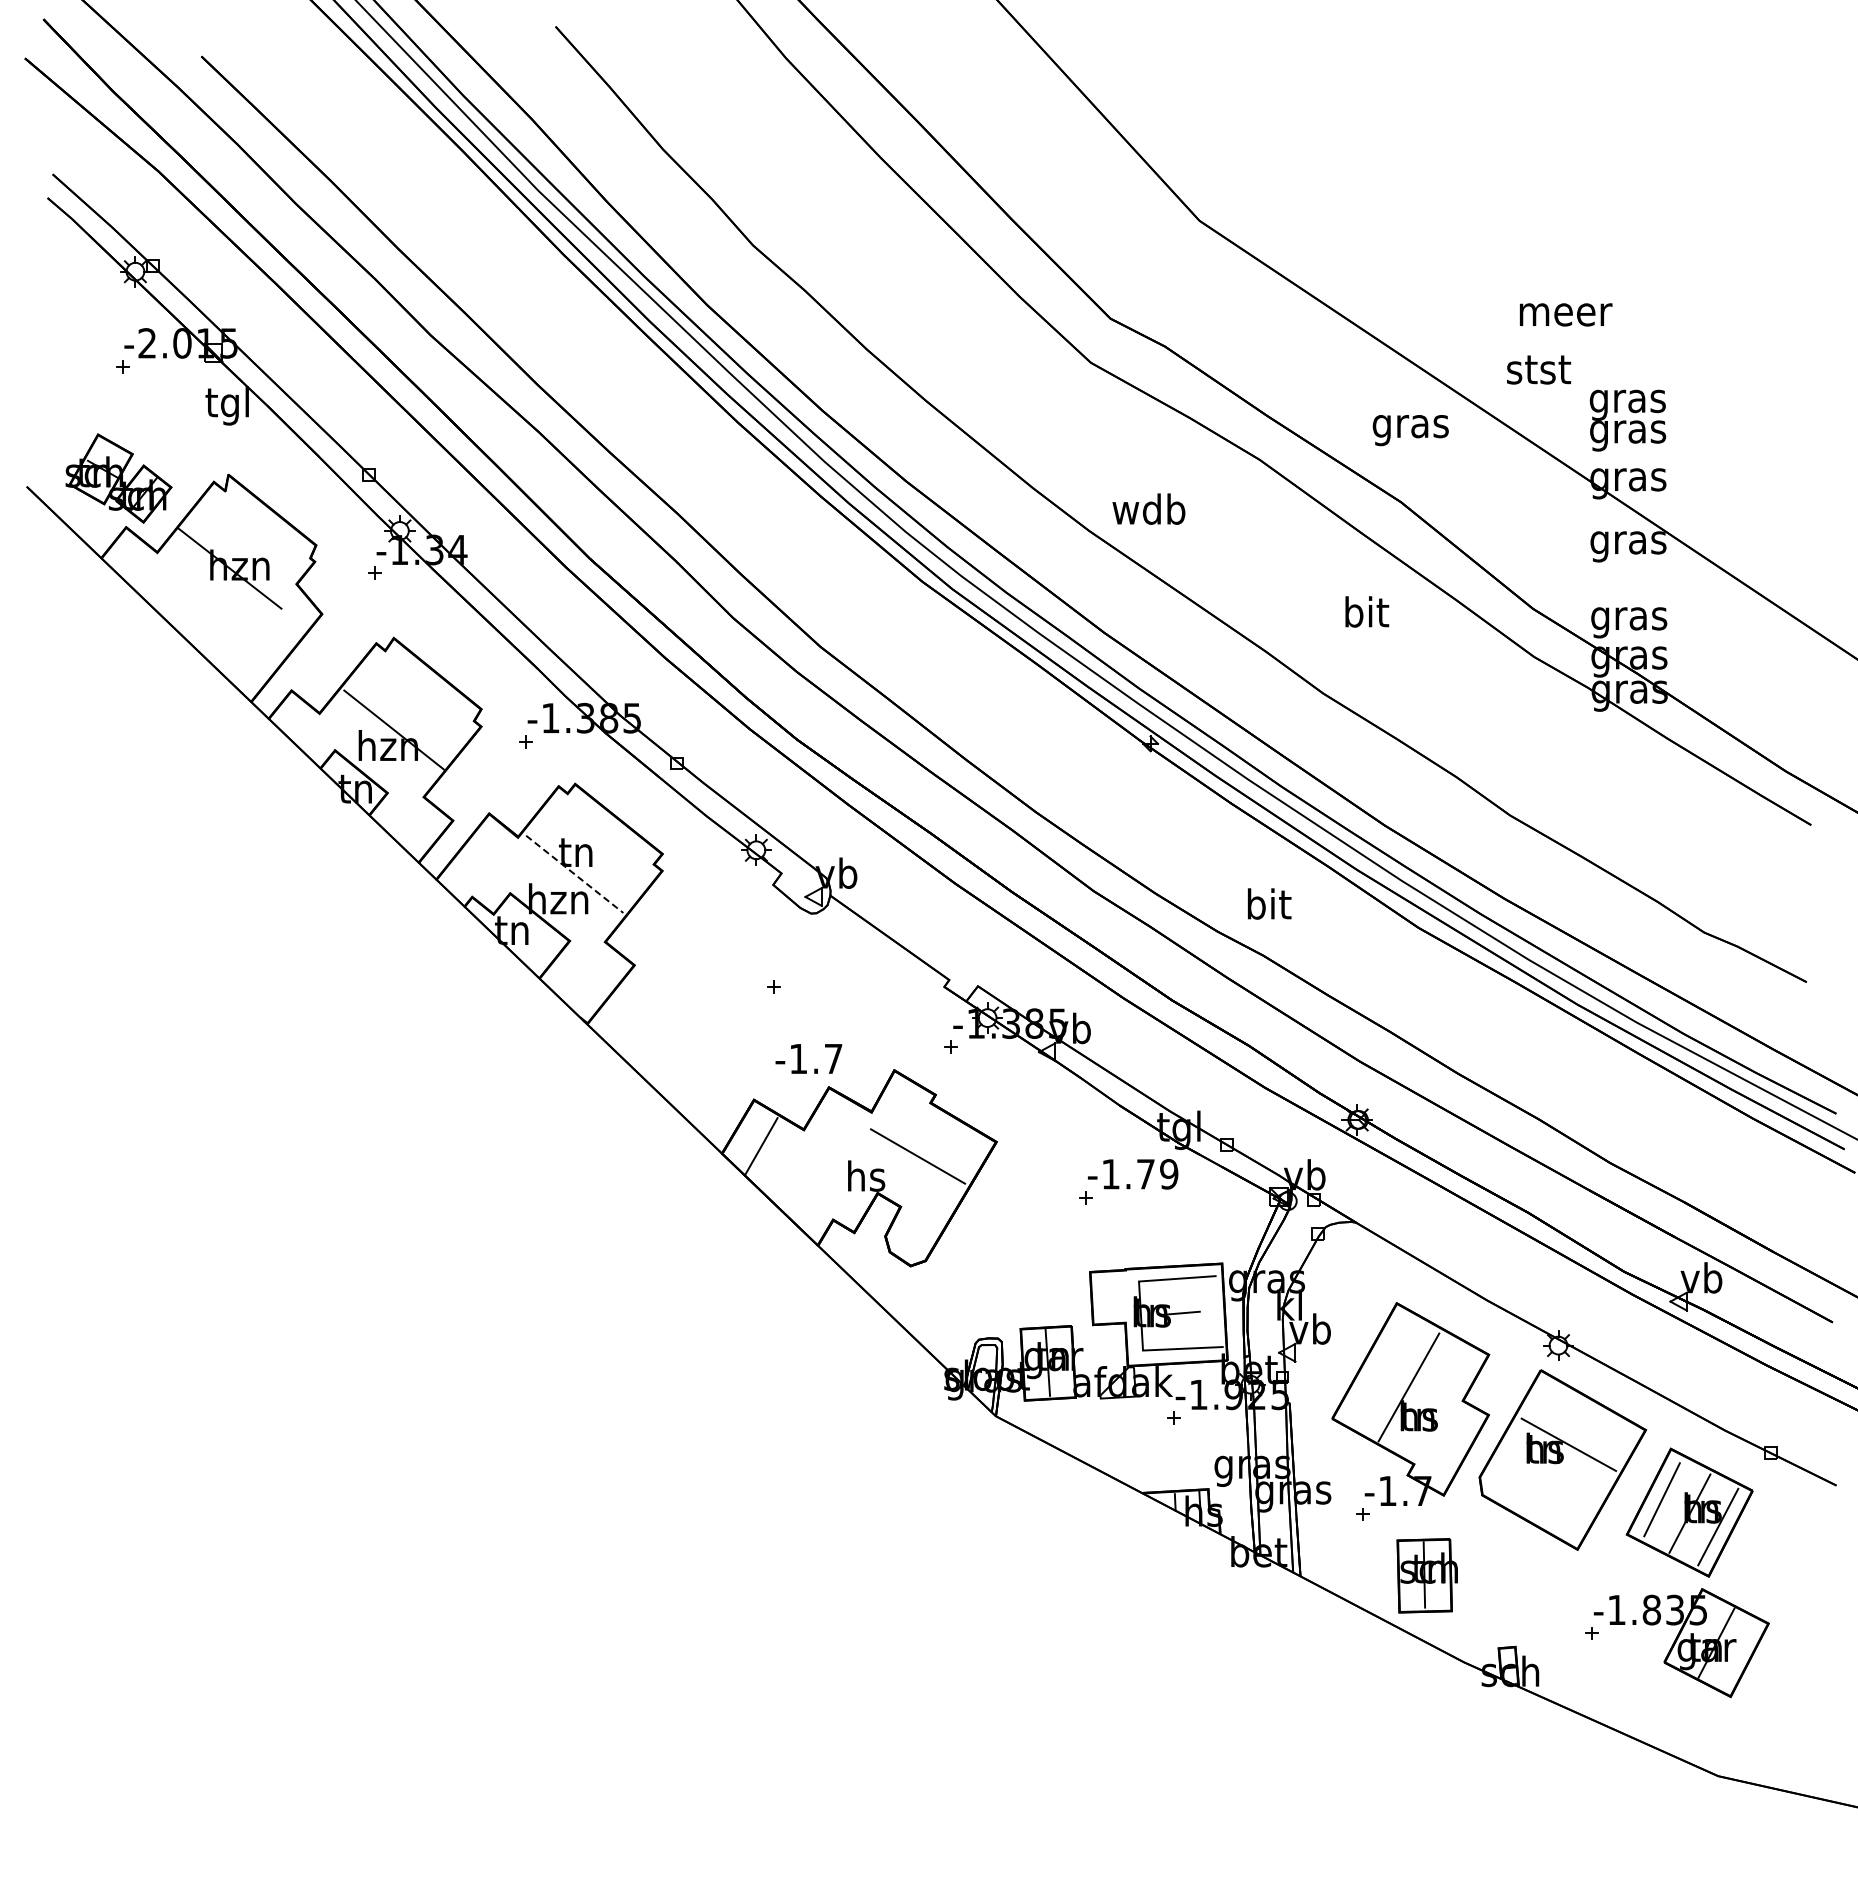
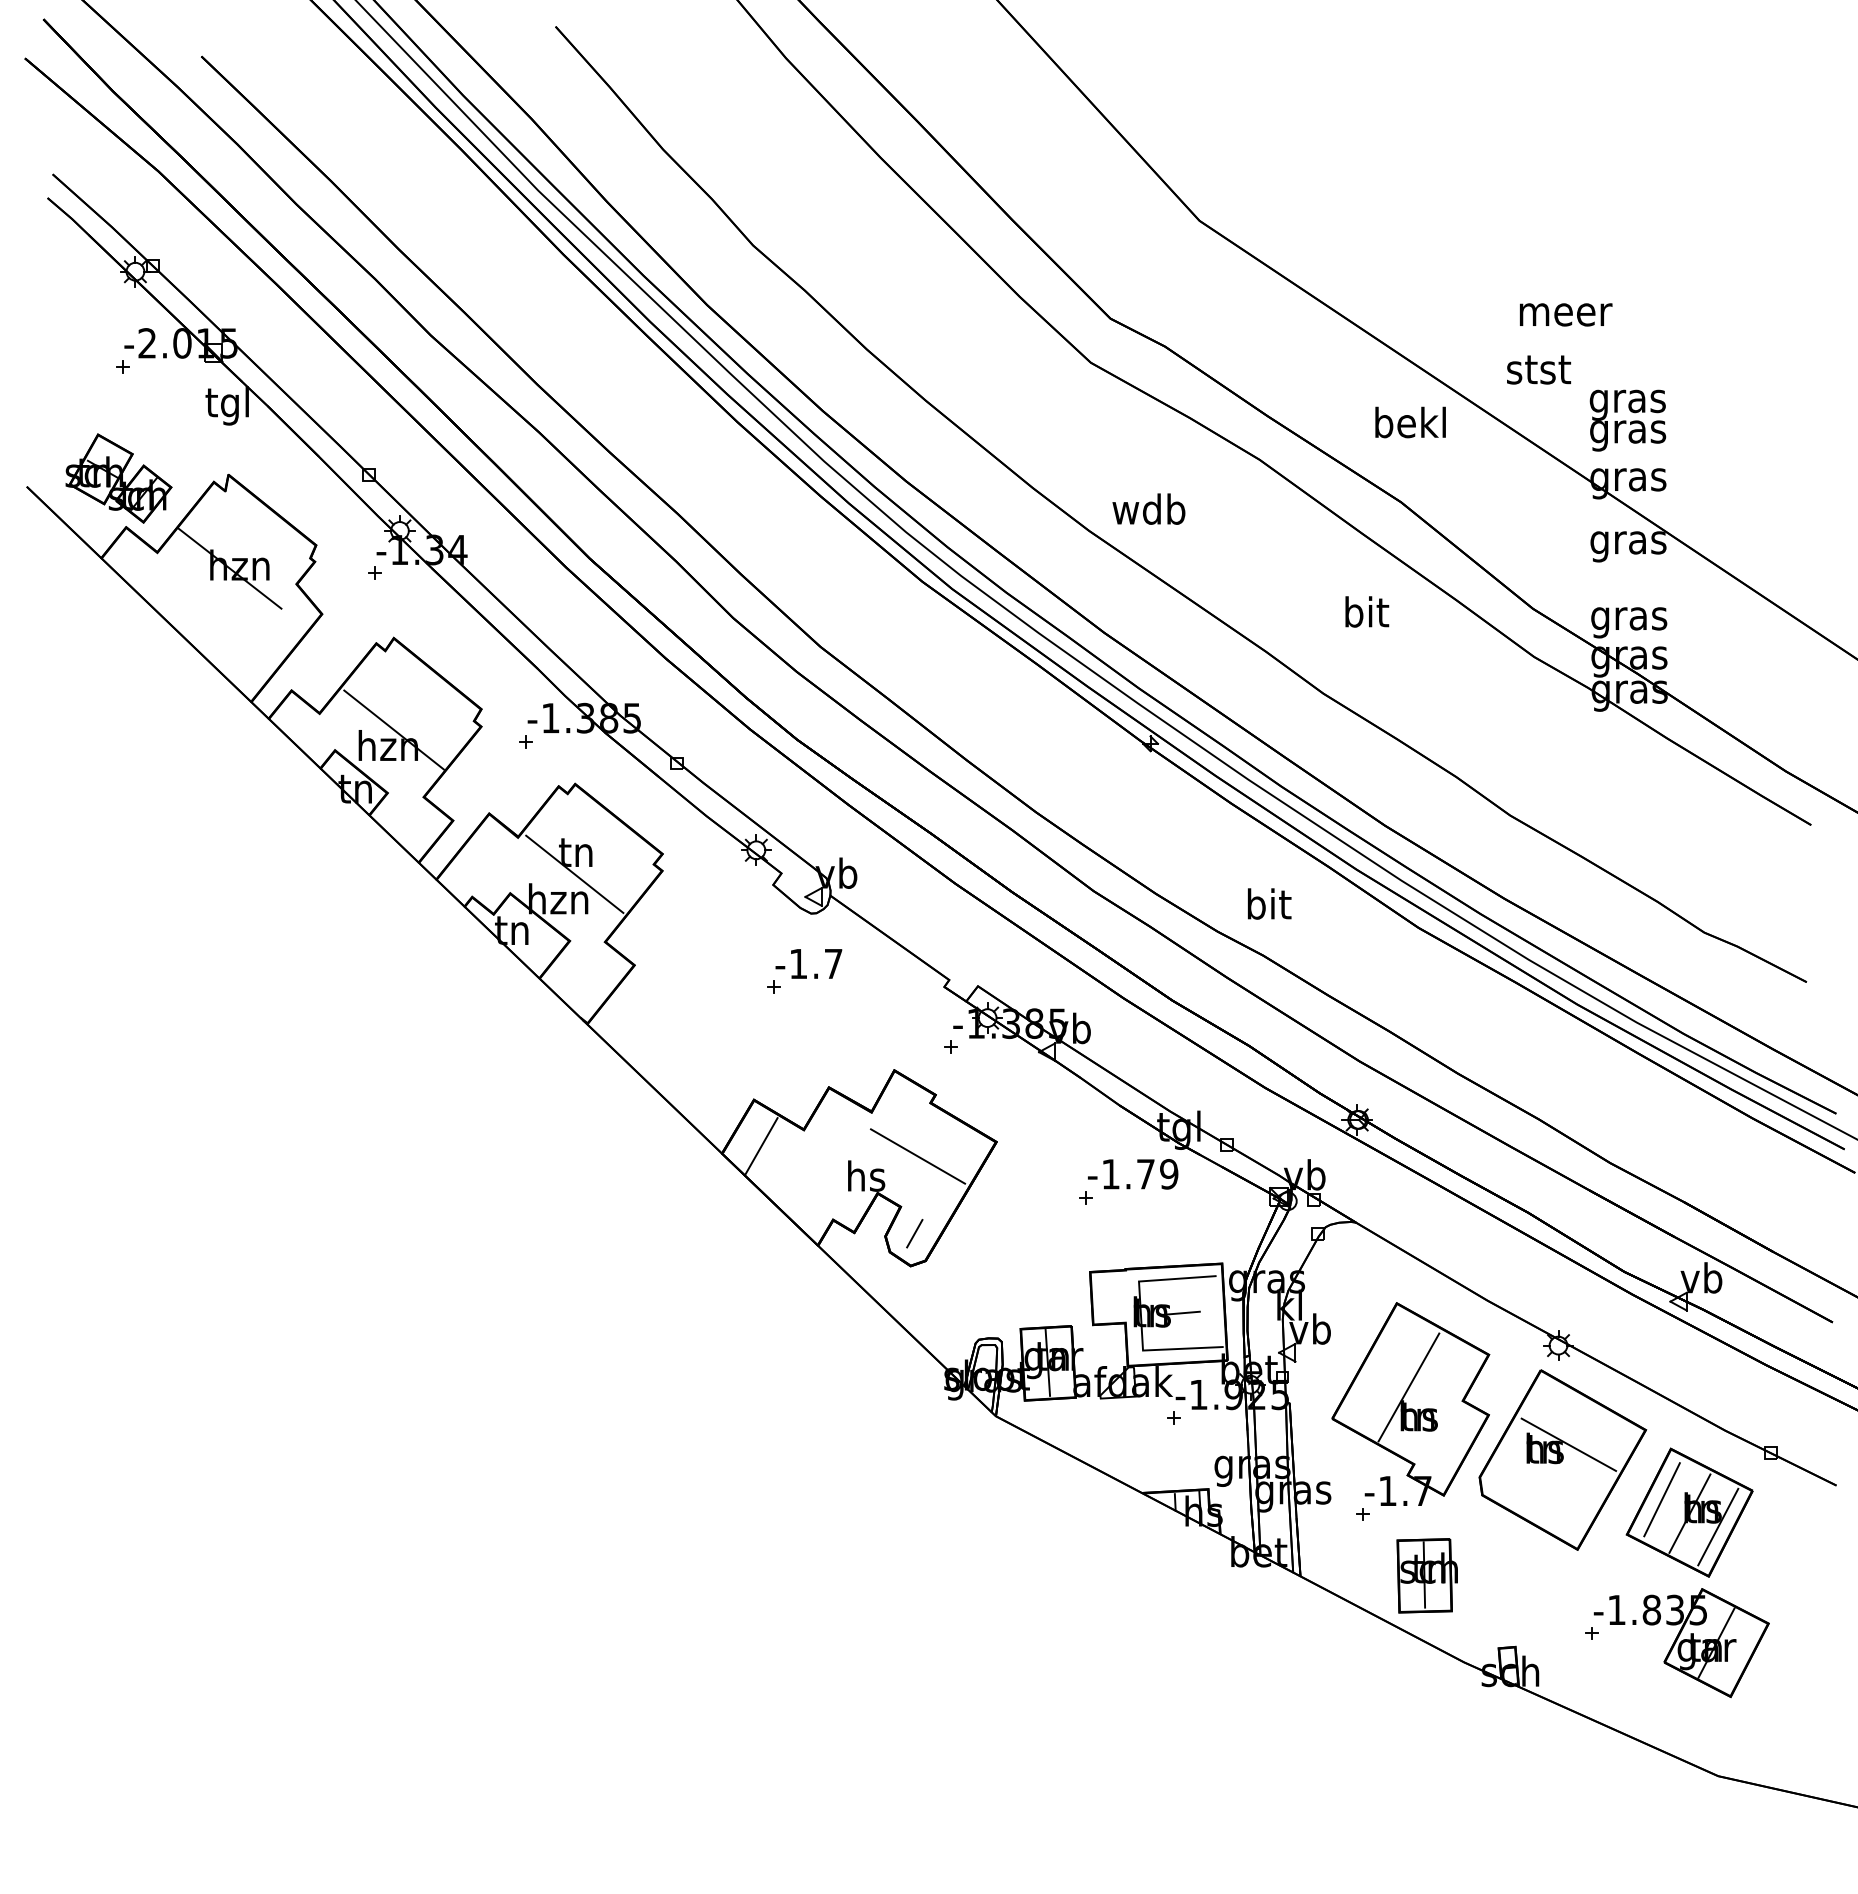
text at (1410, 426): gras -> bekl
line at (575, 874): dashed -> solid
text at (808, 1058) position: (808, 1058) -> (808, 963)
line at (914, 1233): none -> present
